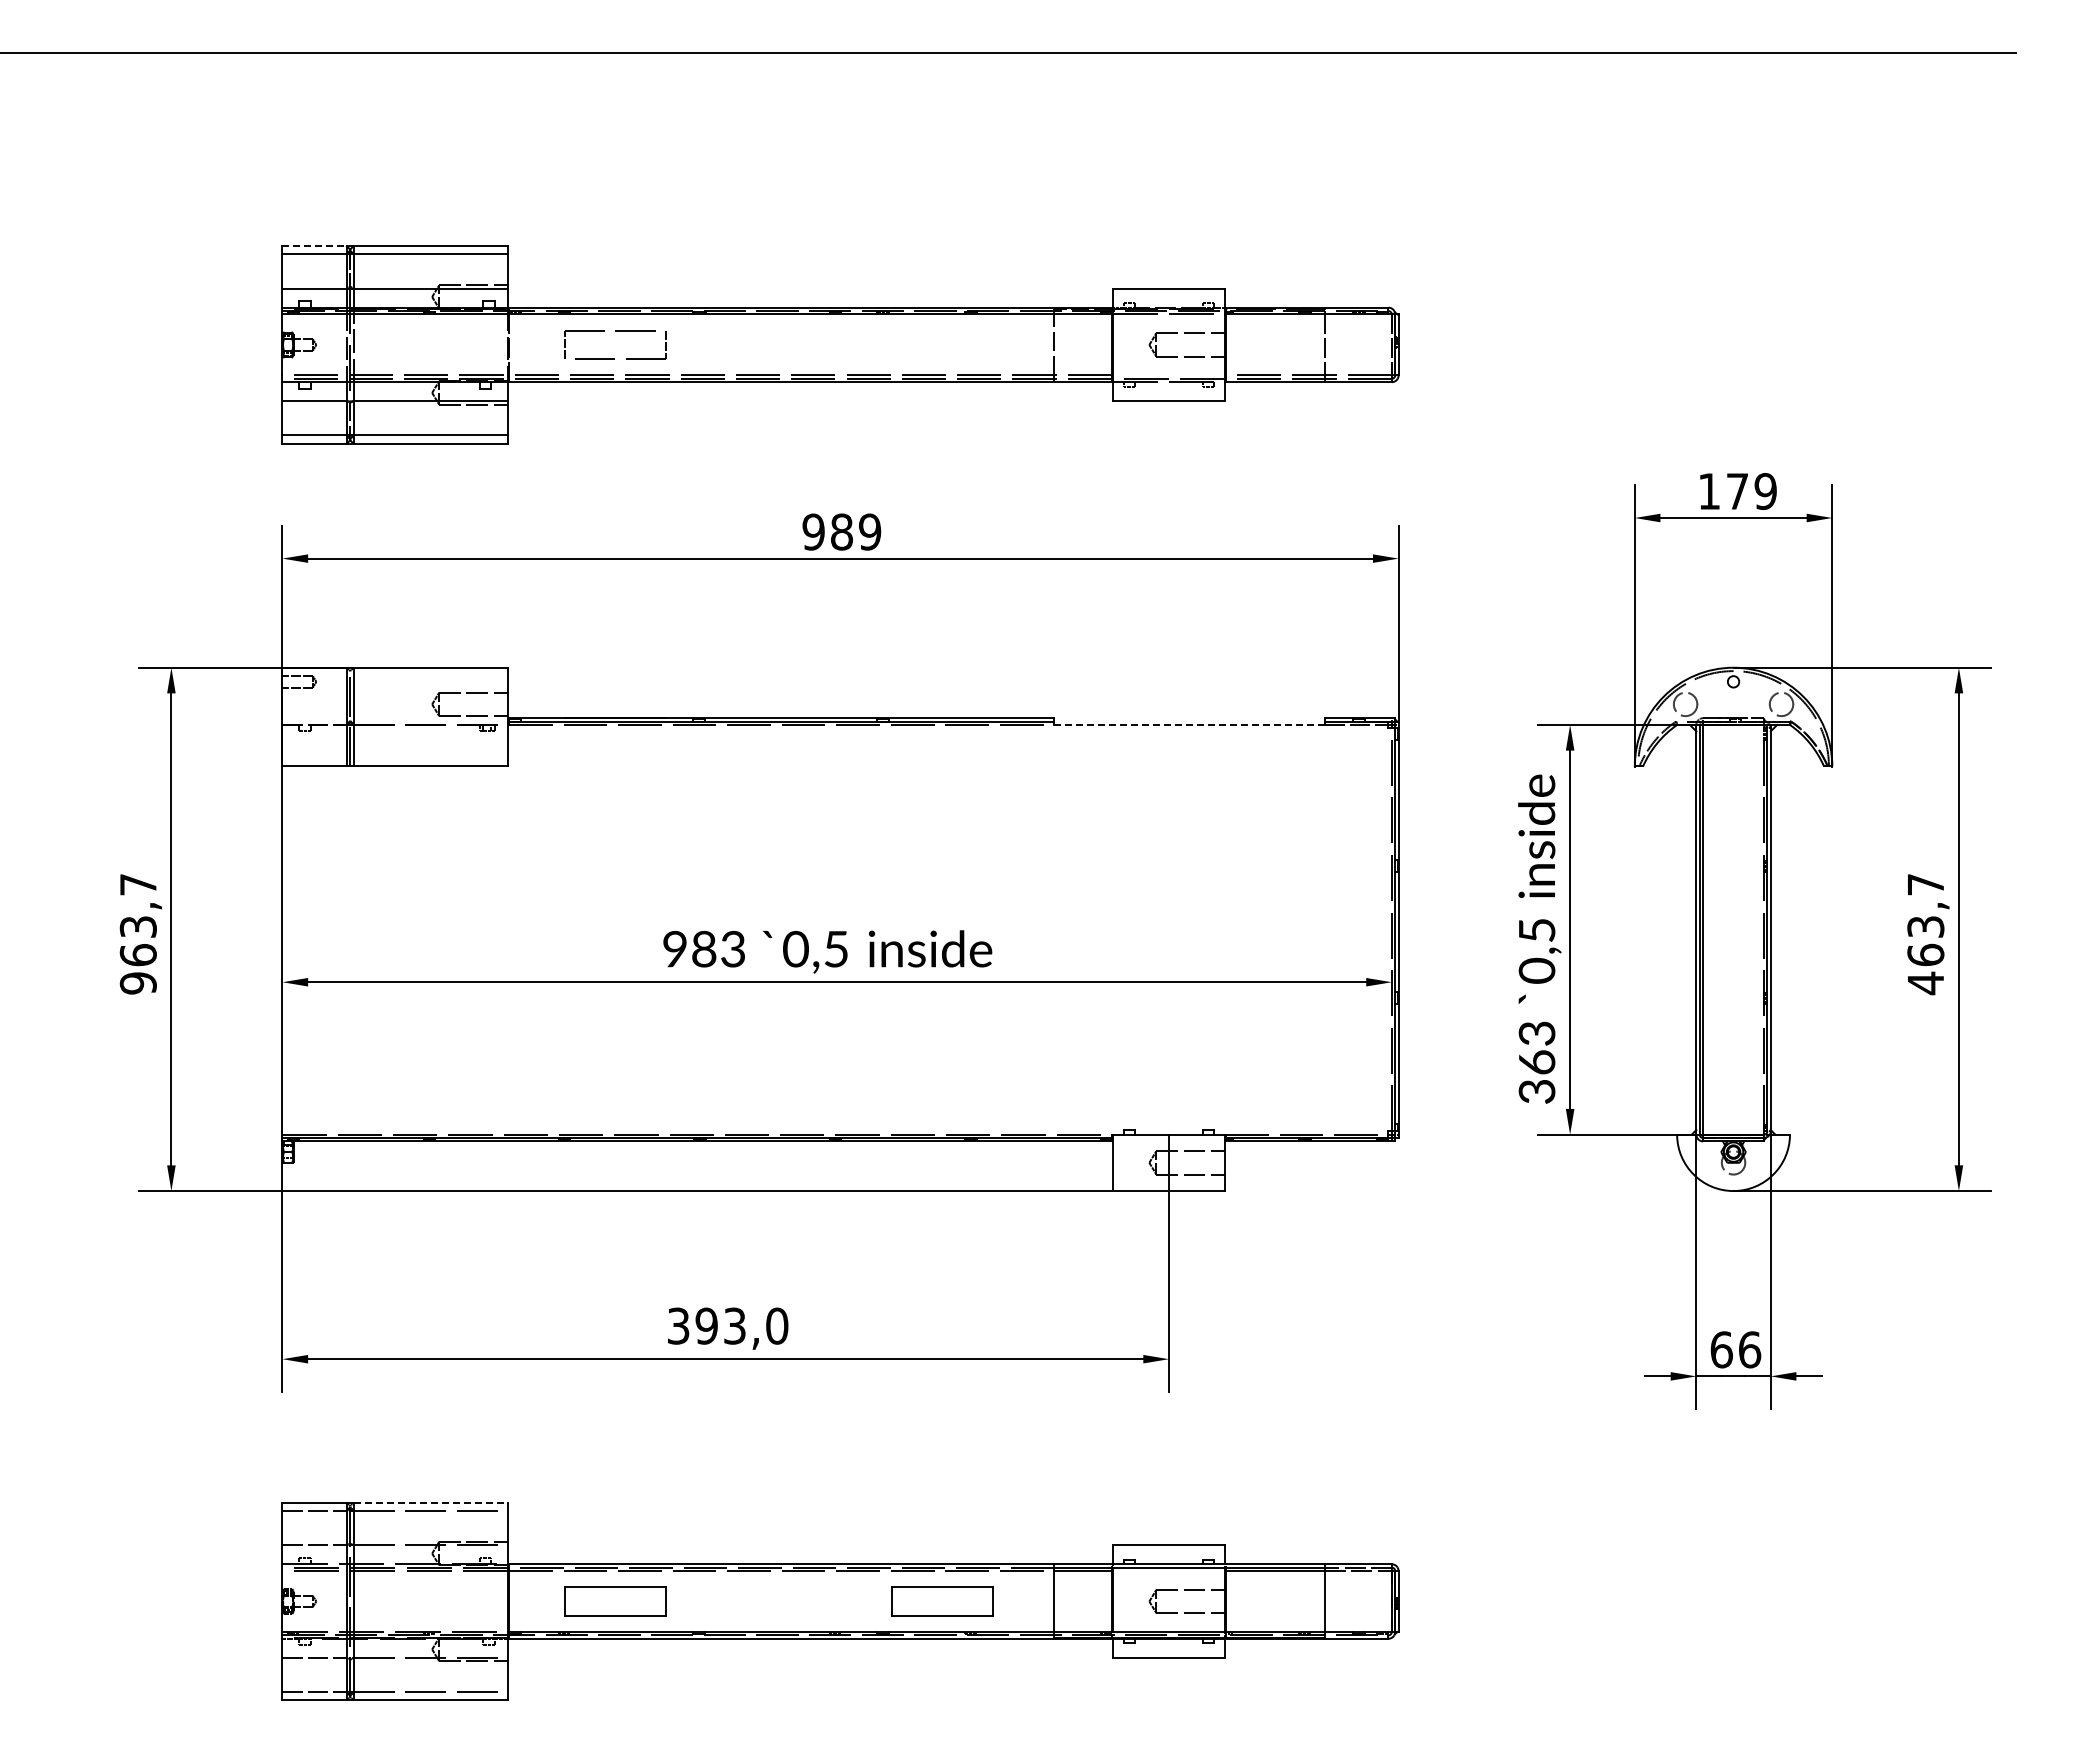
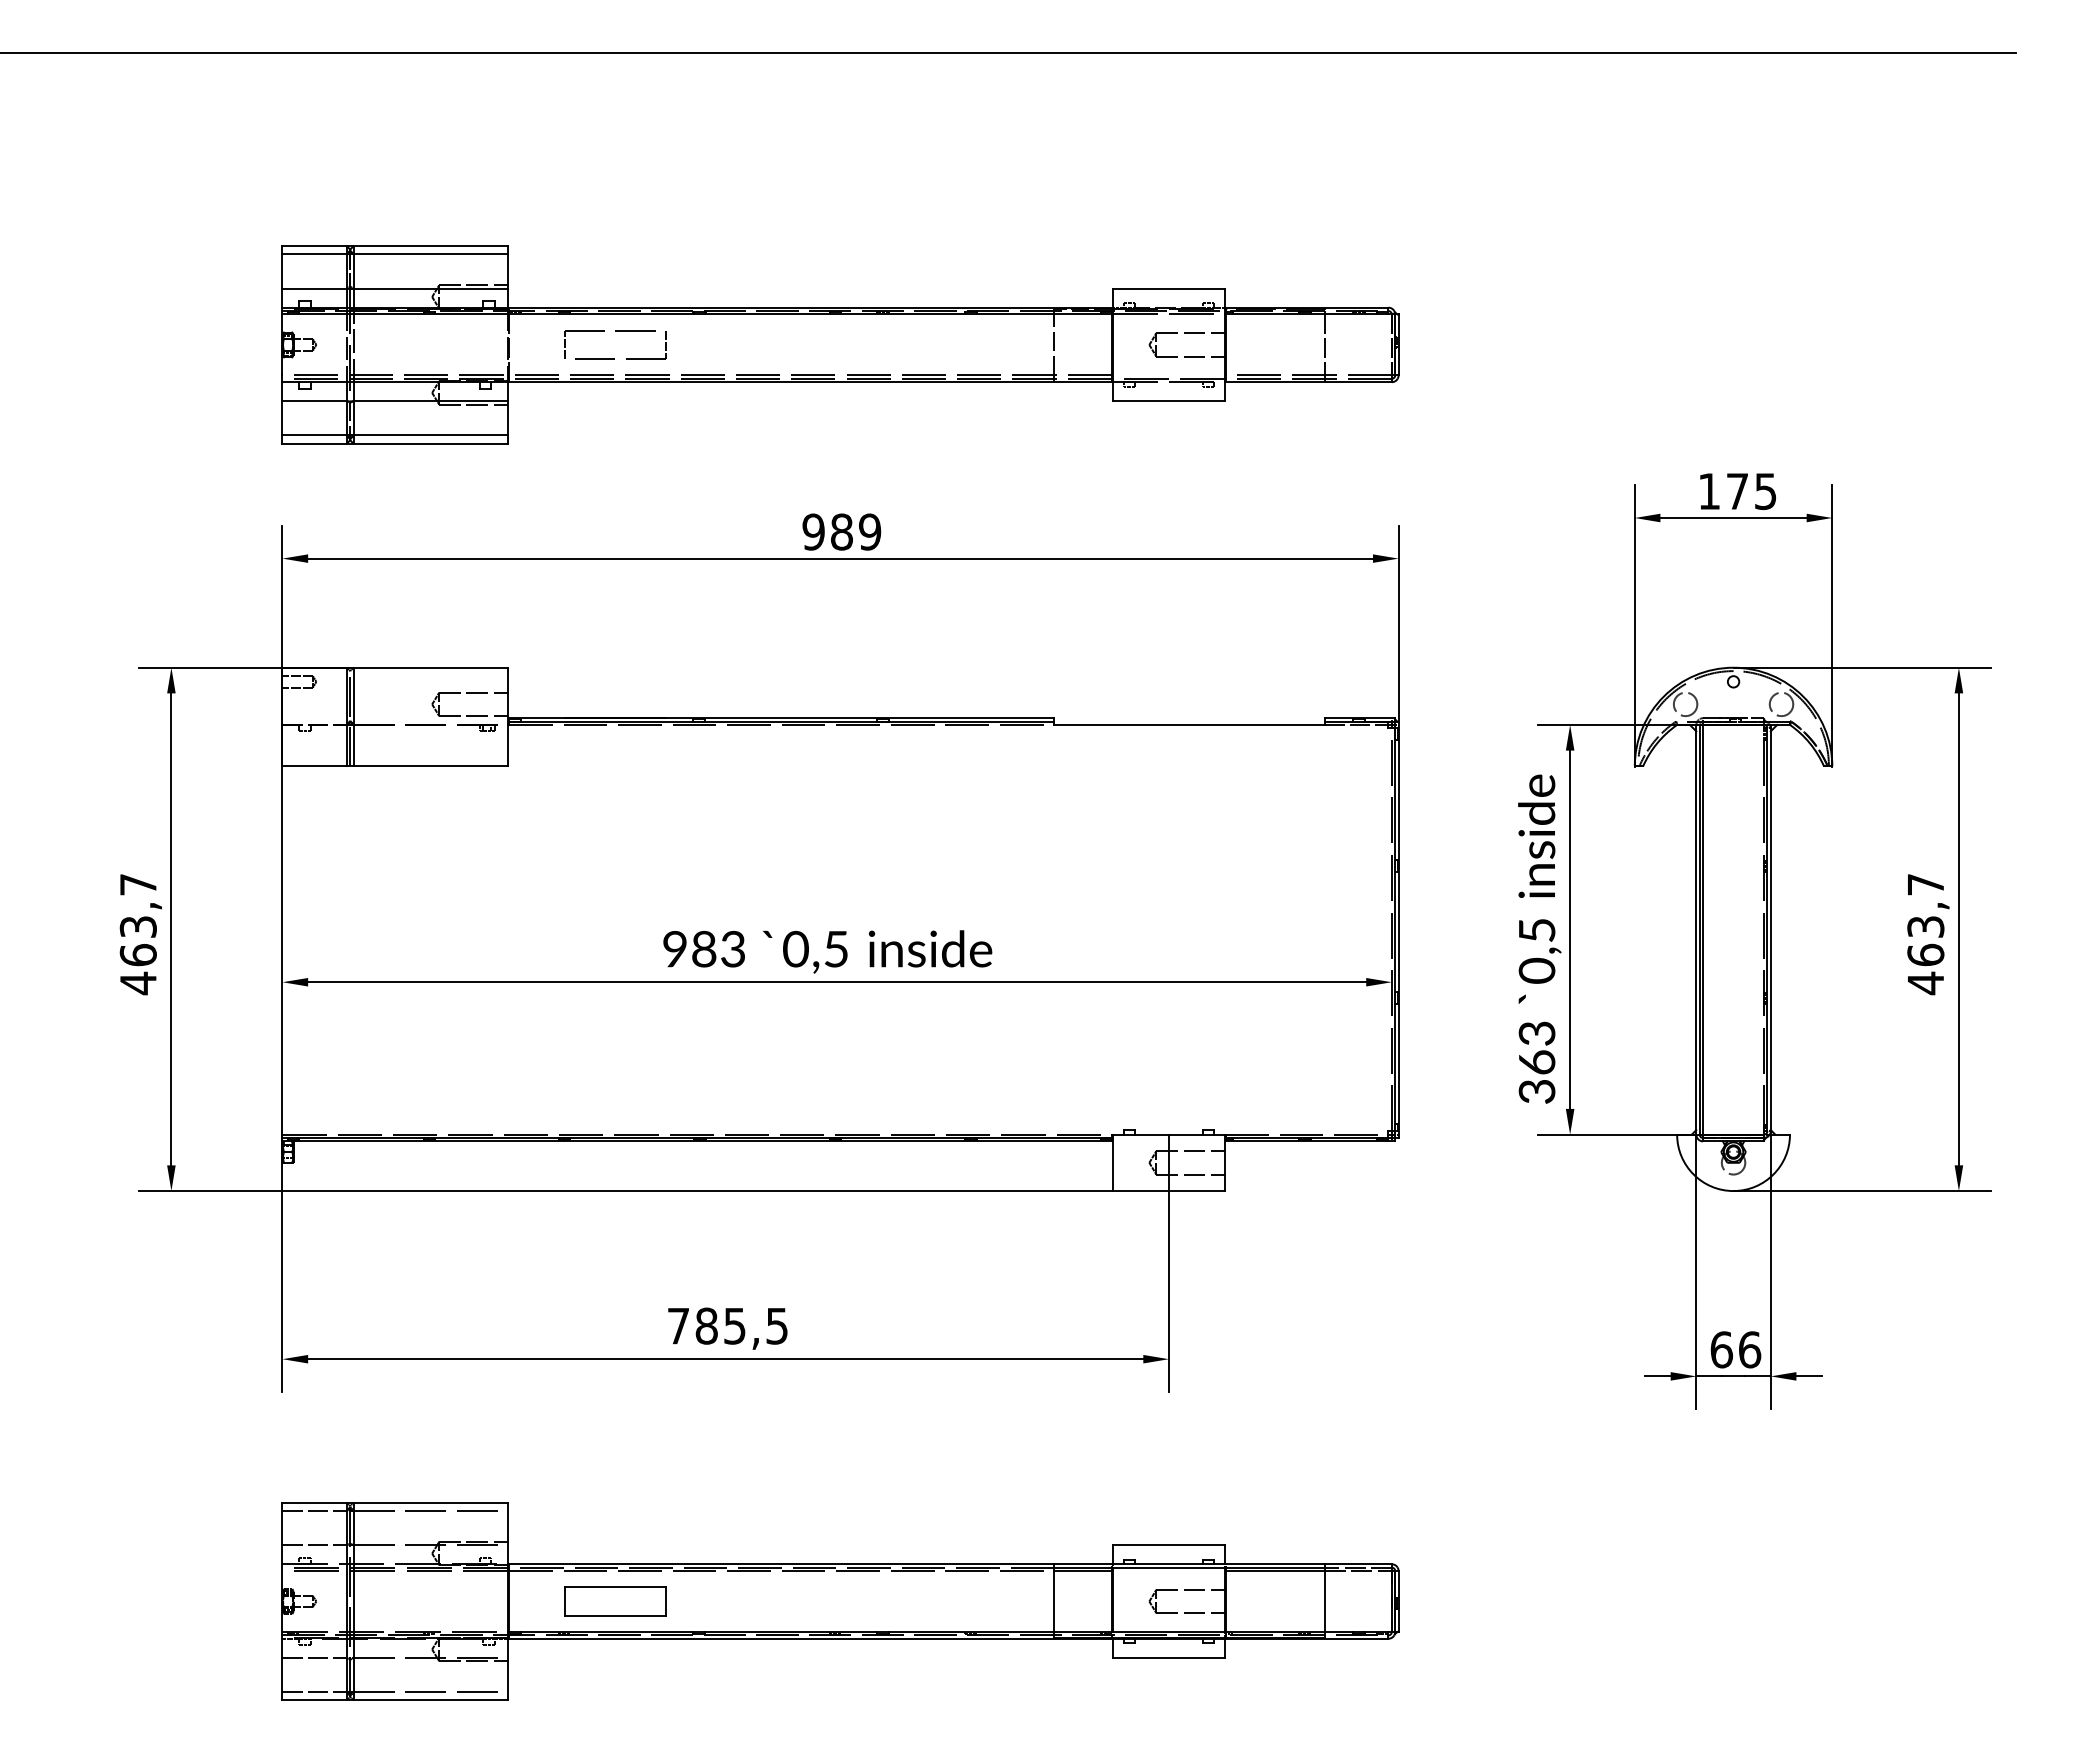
line at (315, 246): dashed -> solid
text at (1765, 491): 179 -> 175
line at (1189, 724): dashed -> solid
text at (137, 983): 963,7 -> 463,7
text at (728, 1325): 393,0 -> 785,5
line at (431, 1502): dashed -> solid
part at (942, 1601): present -> none
